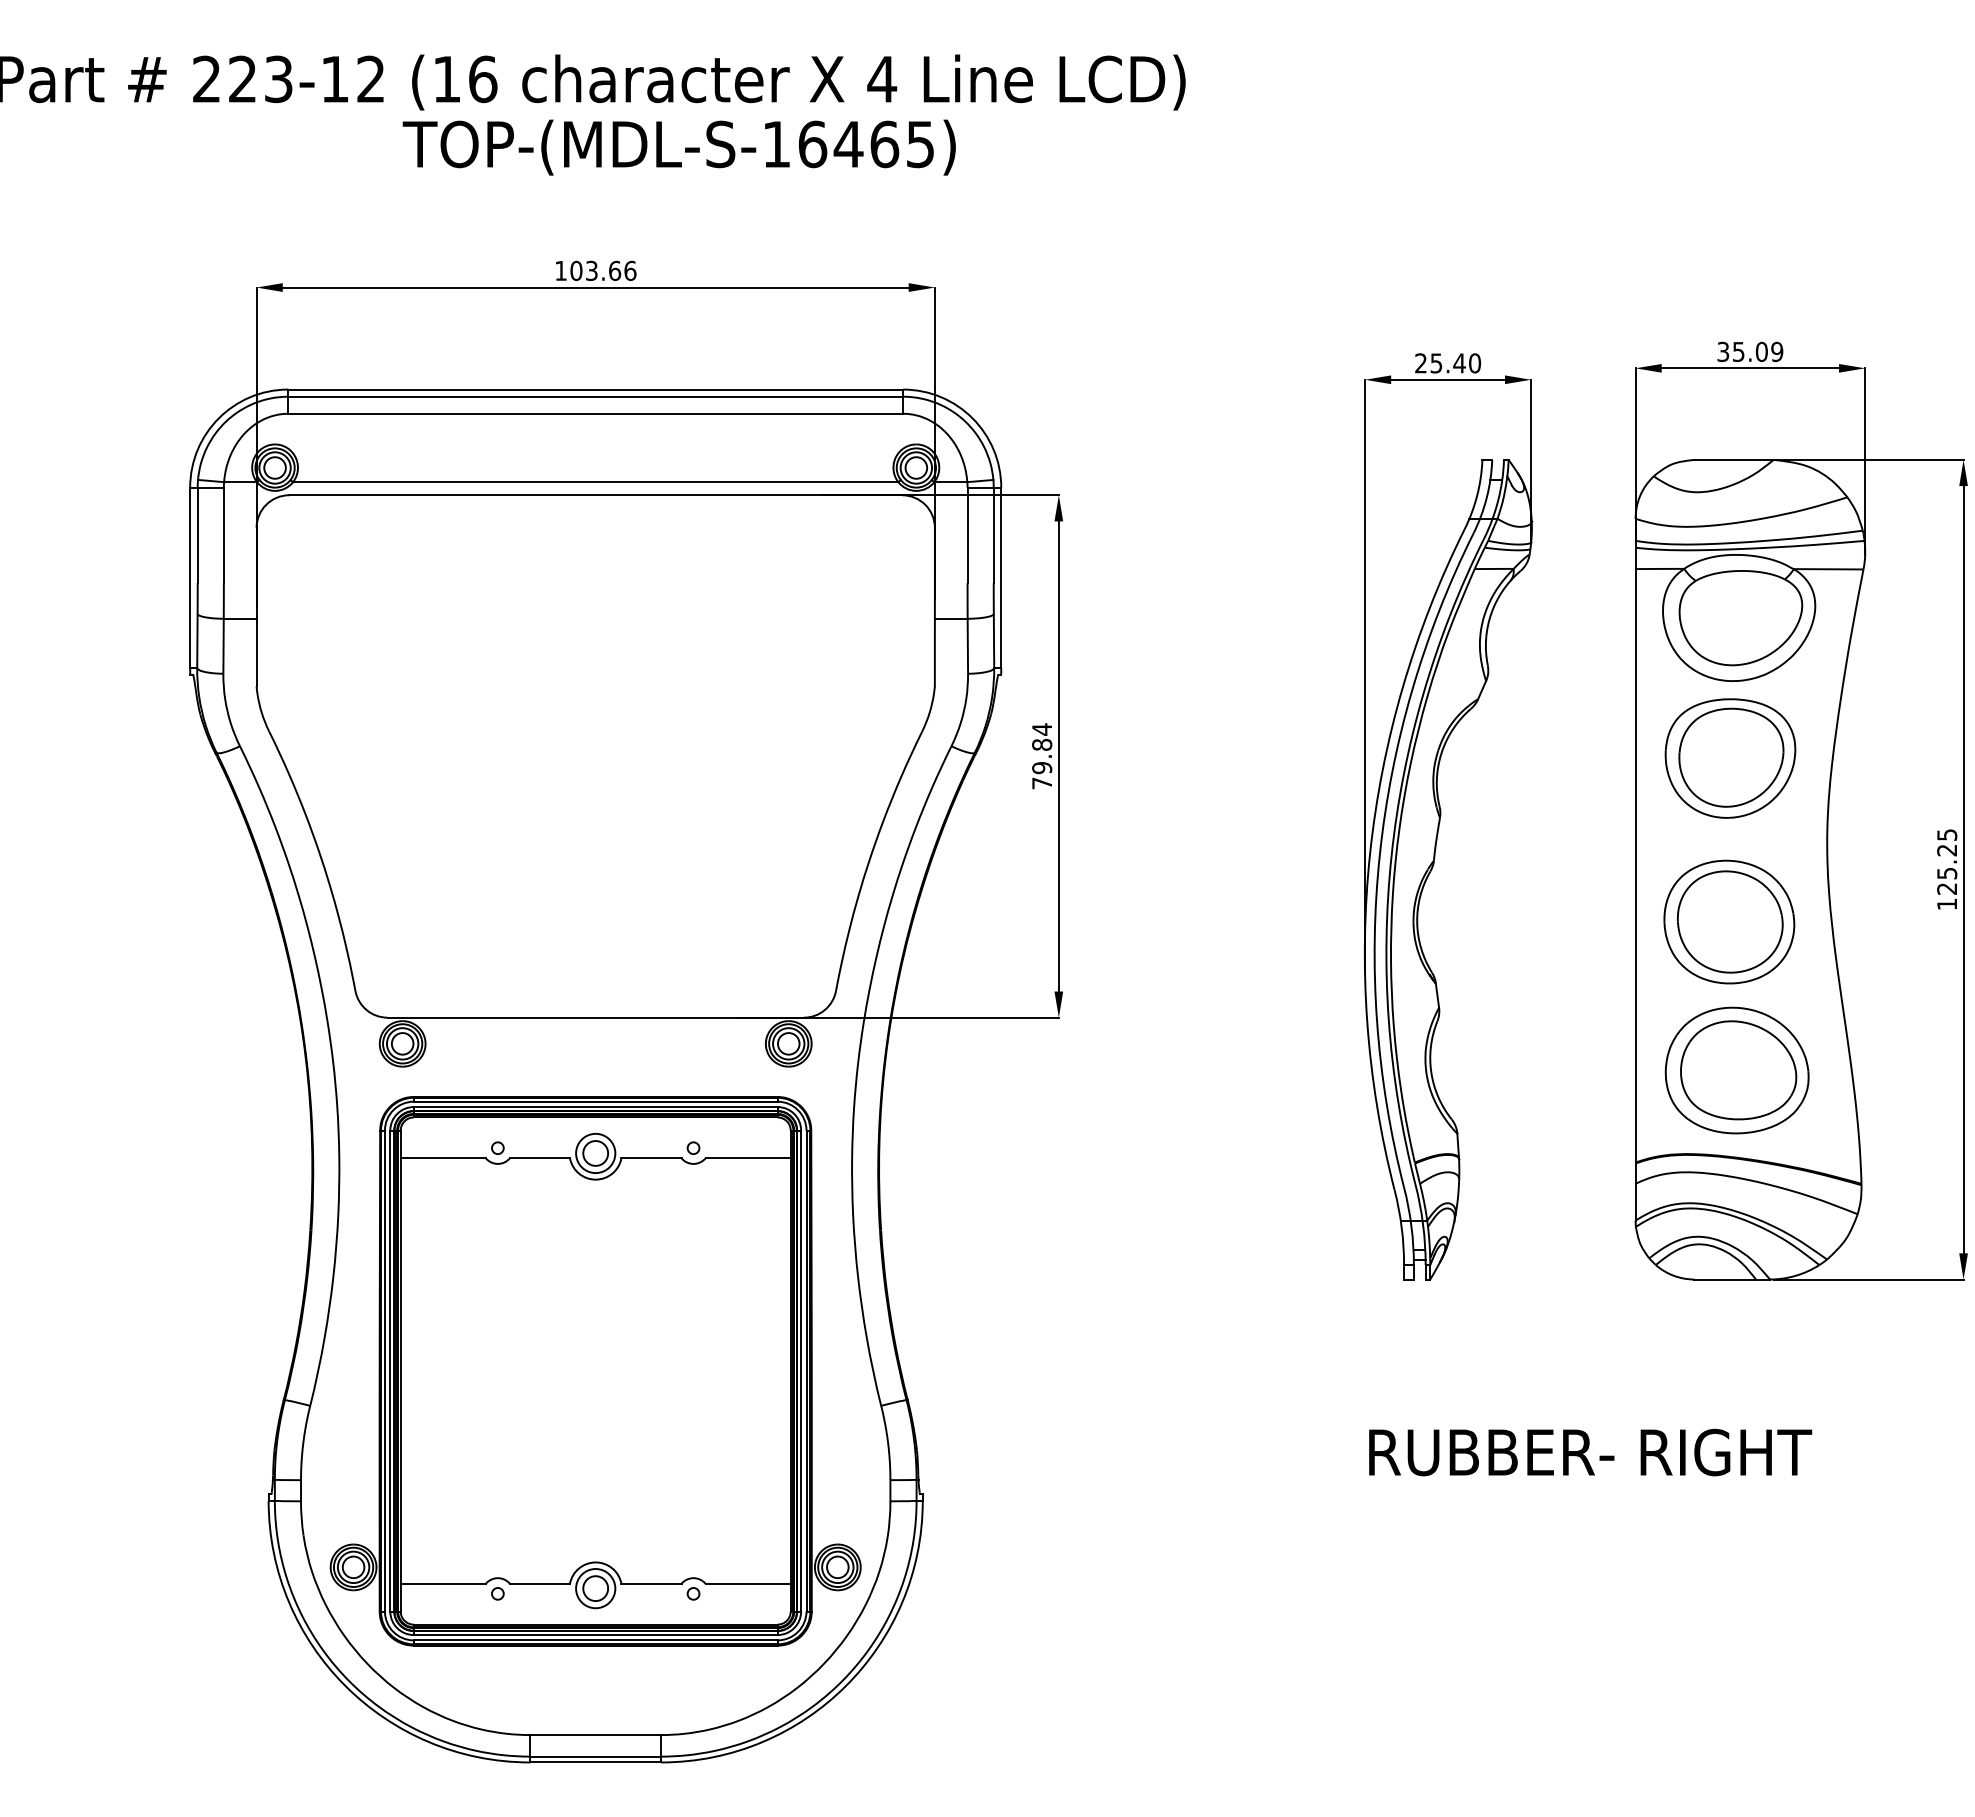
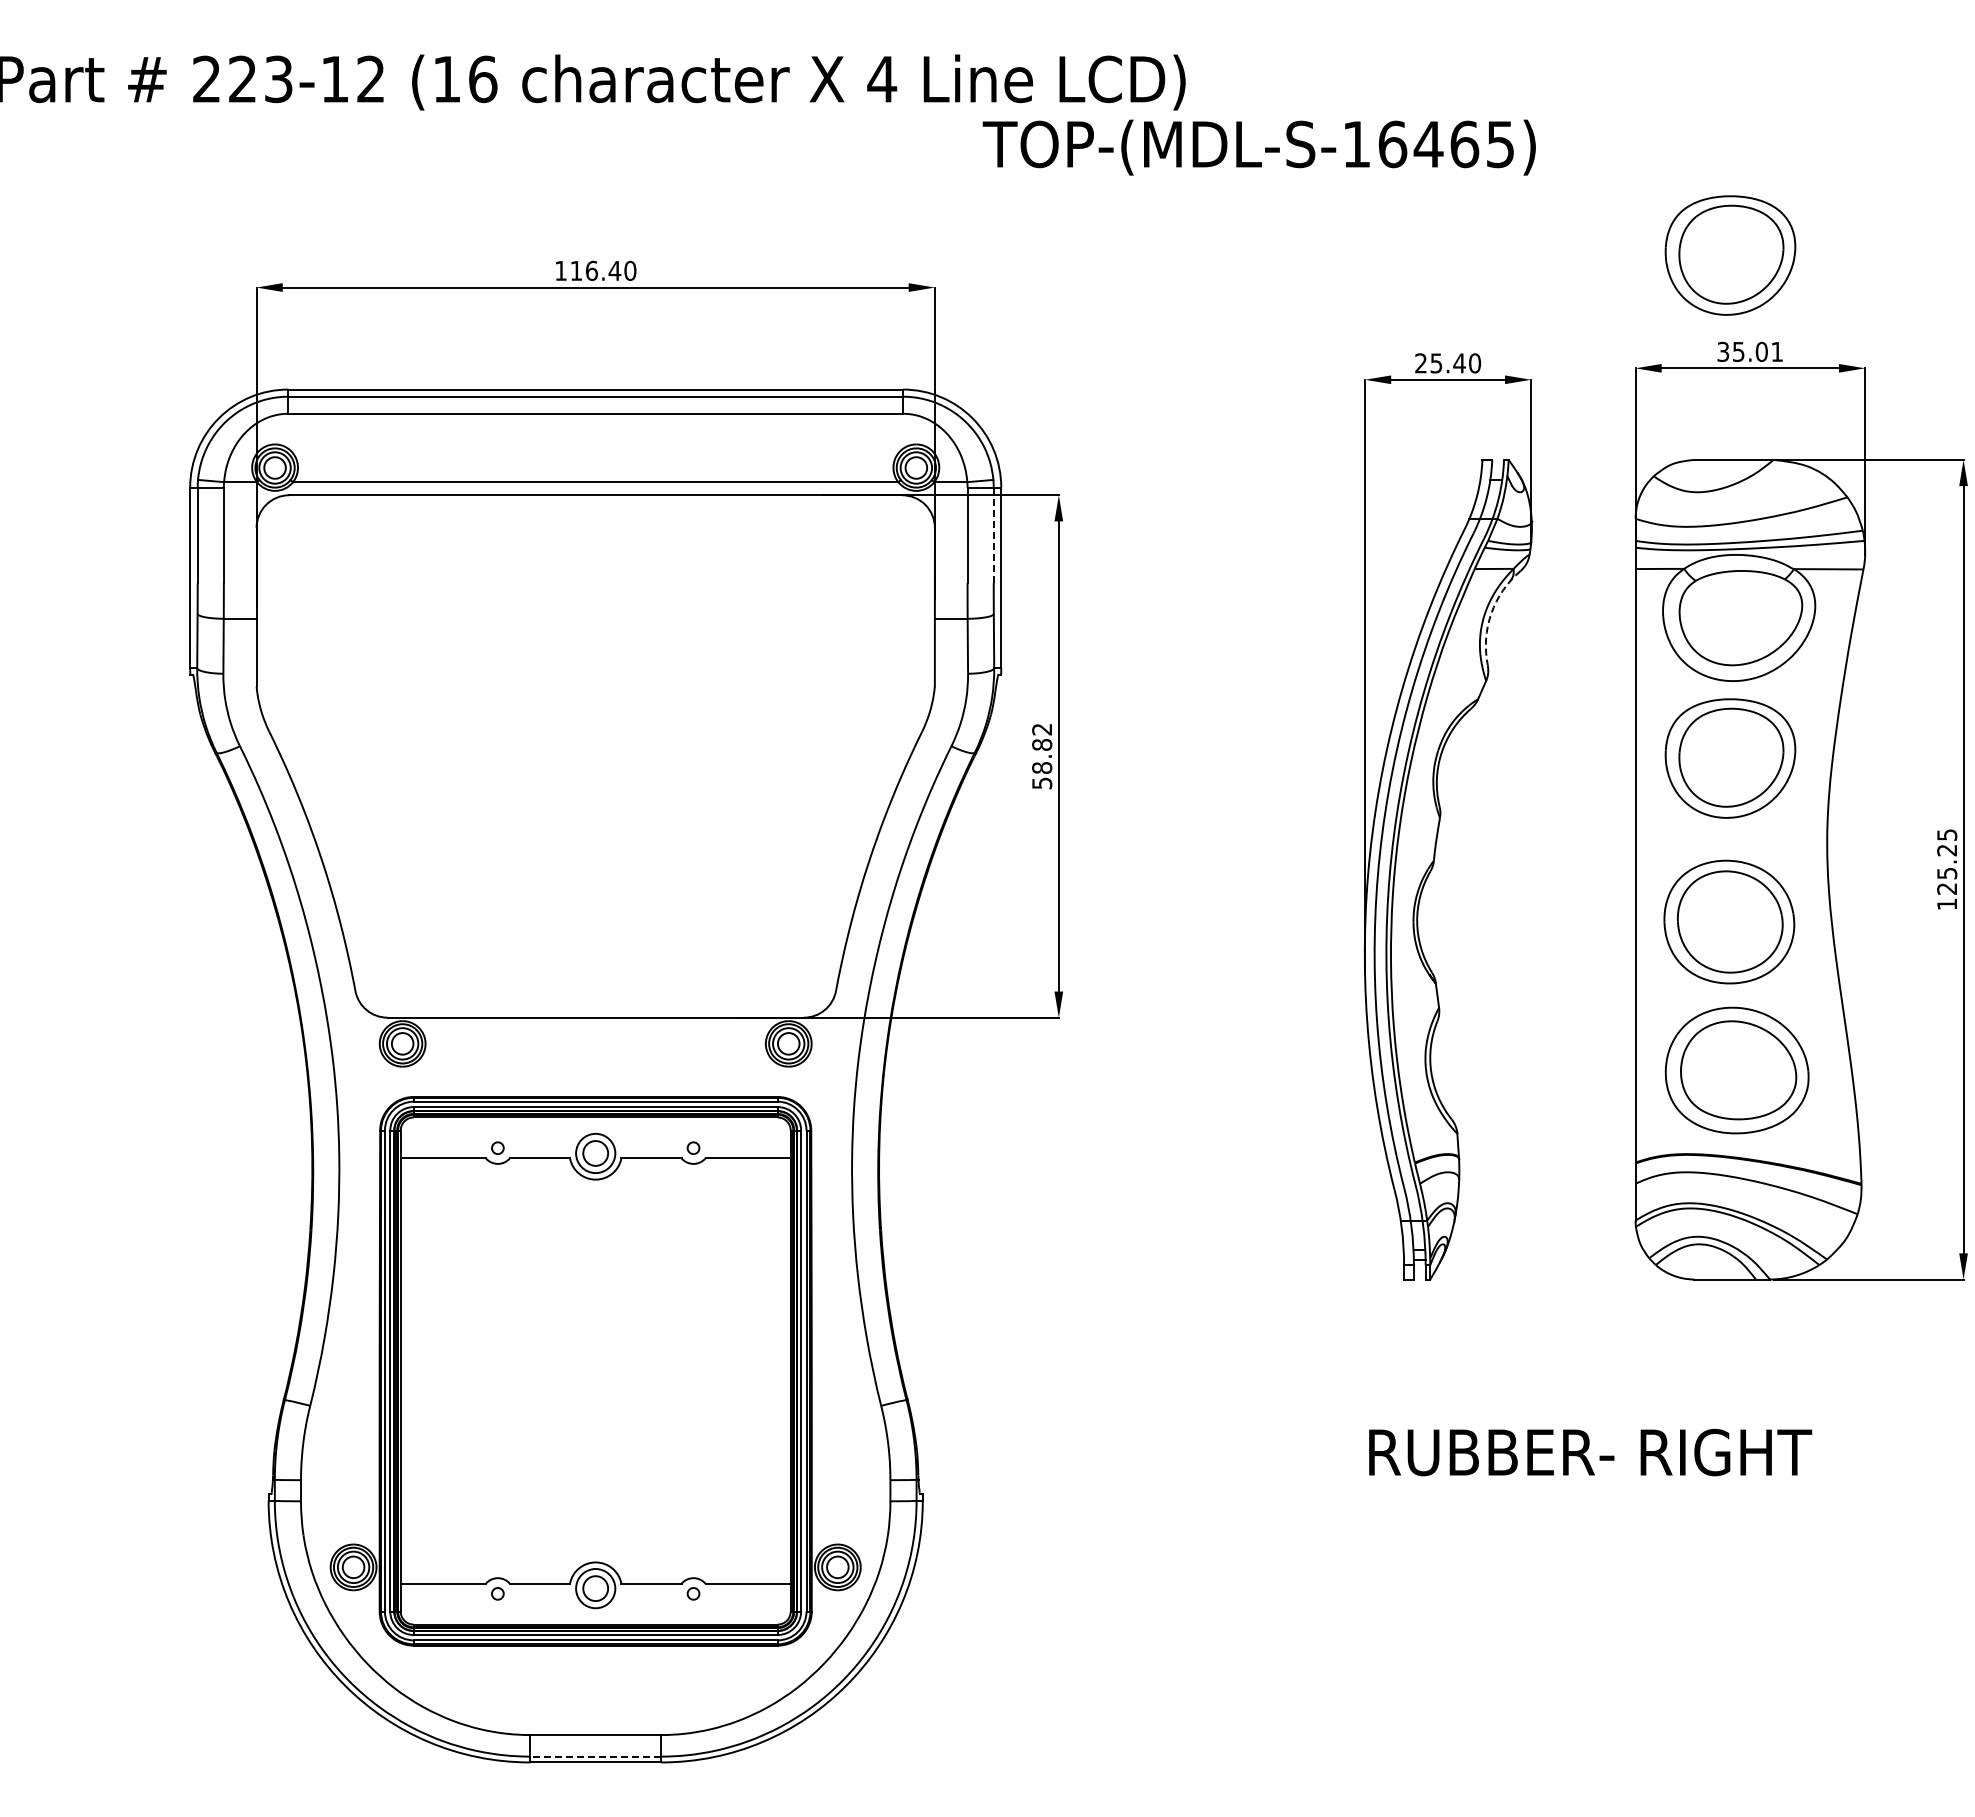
text at (678, 147) position: (678, 147) -> (1258, 147)
part at (1730, 255): none -> present
text at (603, 270): 103.66 -> 116.40
text at (1777, 351): 35.09 -> 35.01
line at (993, 535): solid -> dashed
arc at (1491, 613): solid -> dashed
text at (1042, 756): 79.84 -> 58.82
line at (595, 1756): solid -> dashed
